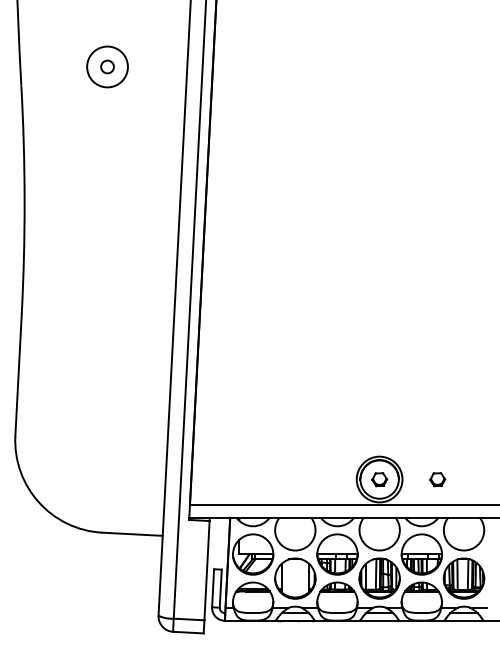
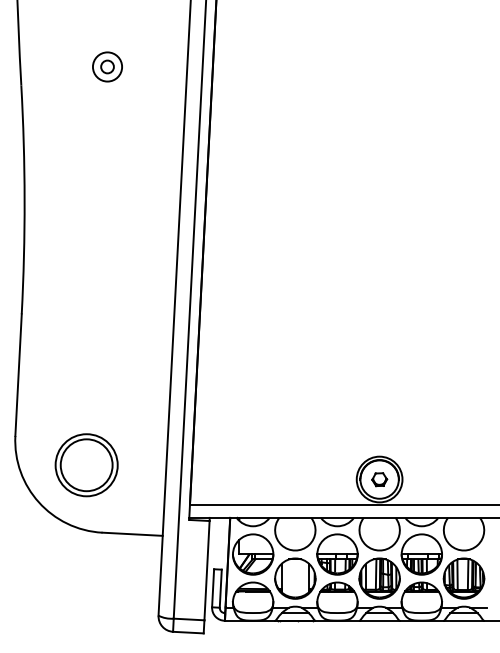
circle at (107, 66) diameter: 41 px -> 29 px
part at (86, 465): none -> present
part at (437, 479): present -> none
